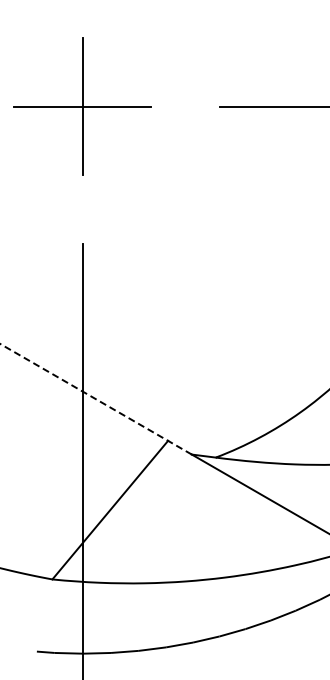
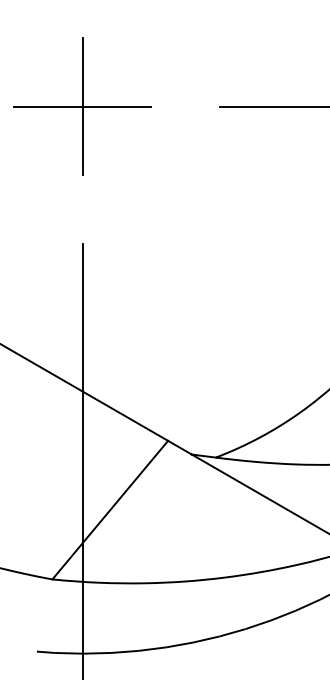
line at (96, 399): dashed -> solid
